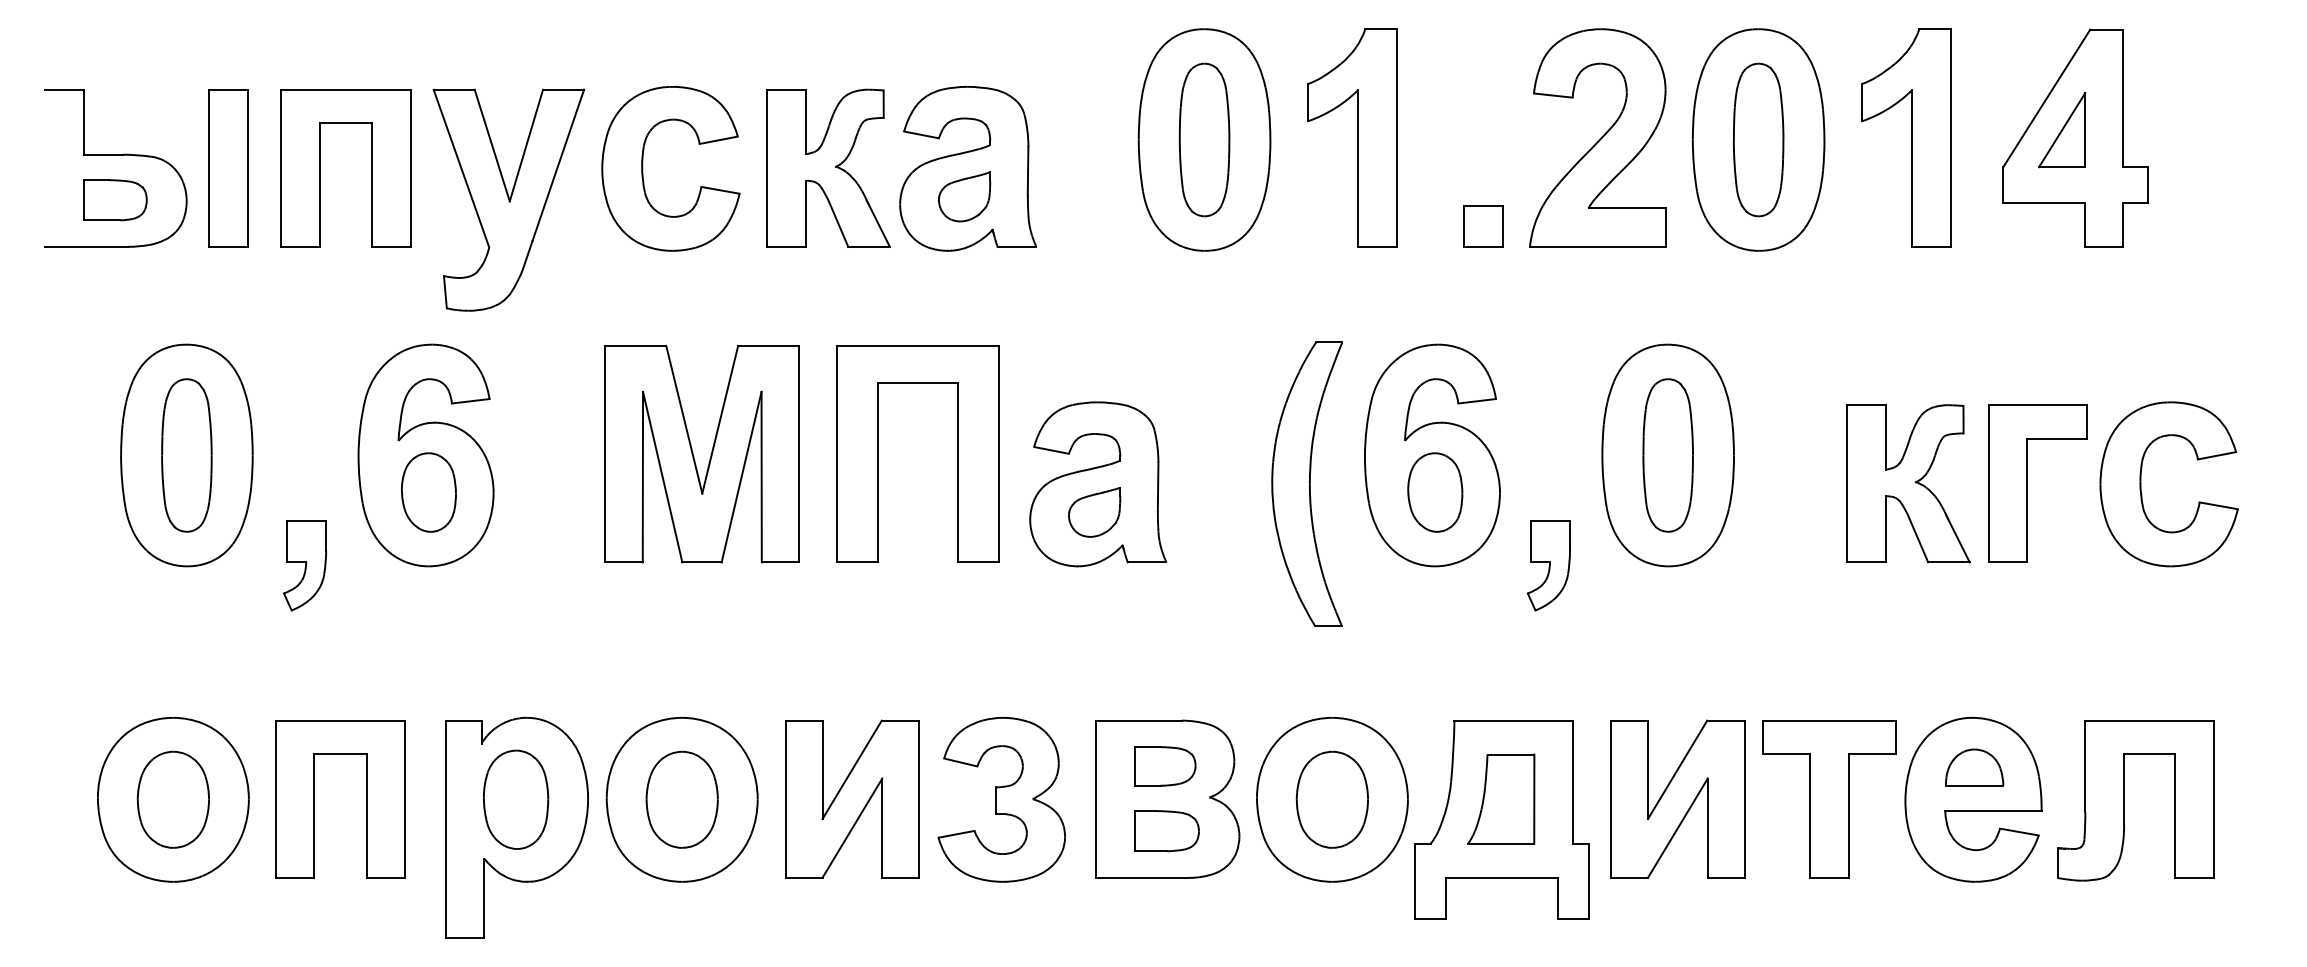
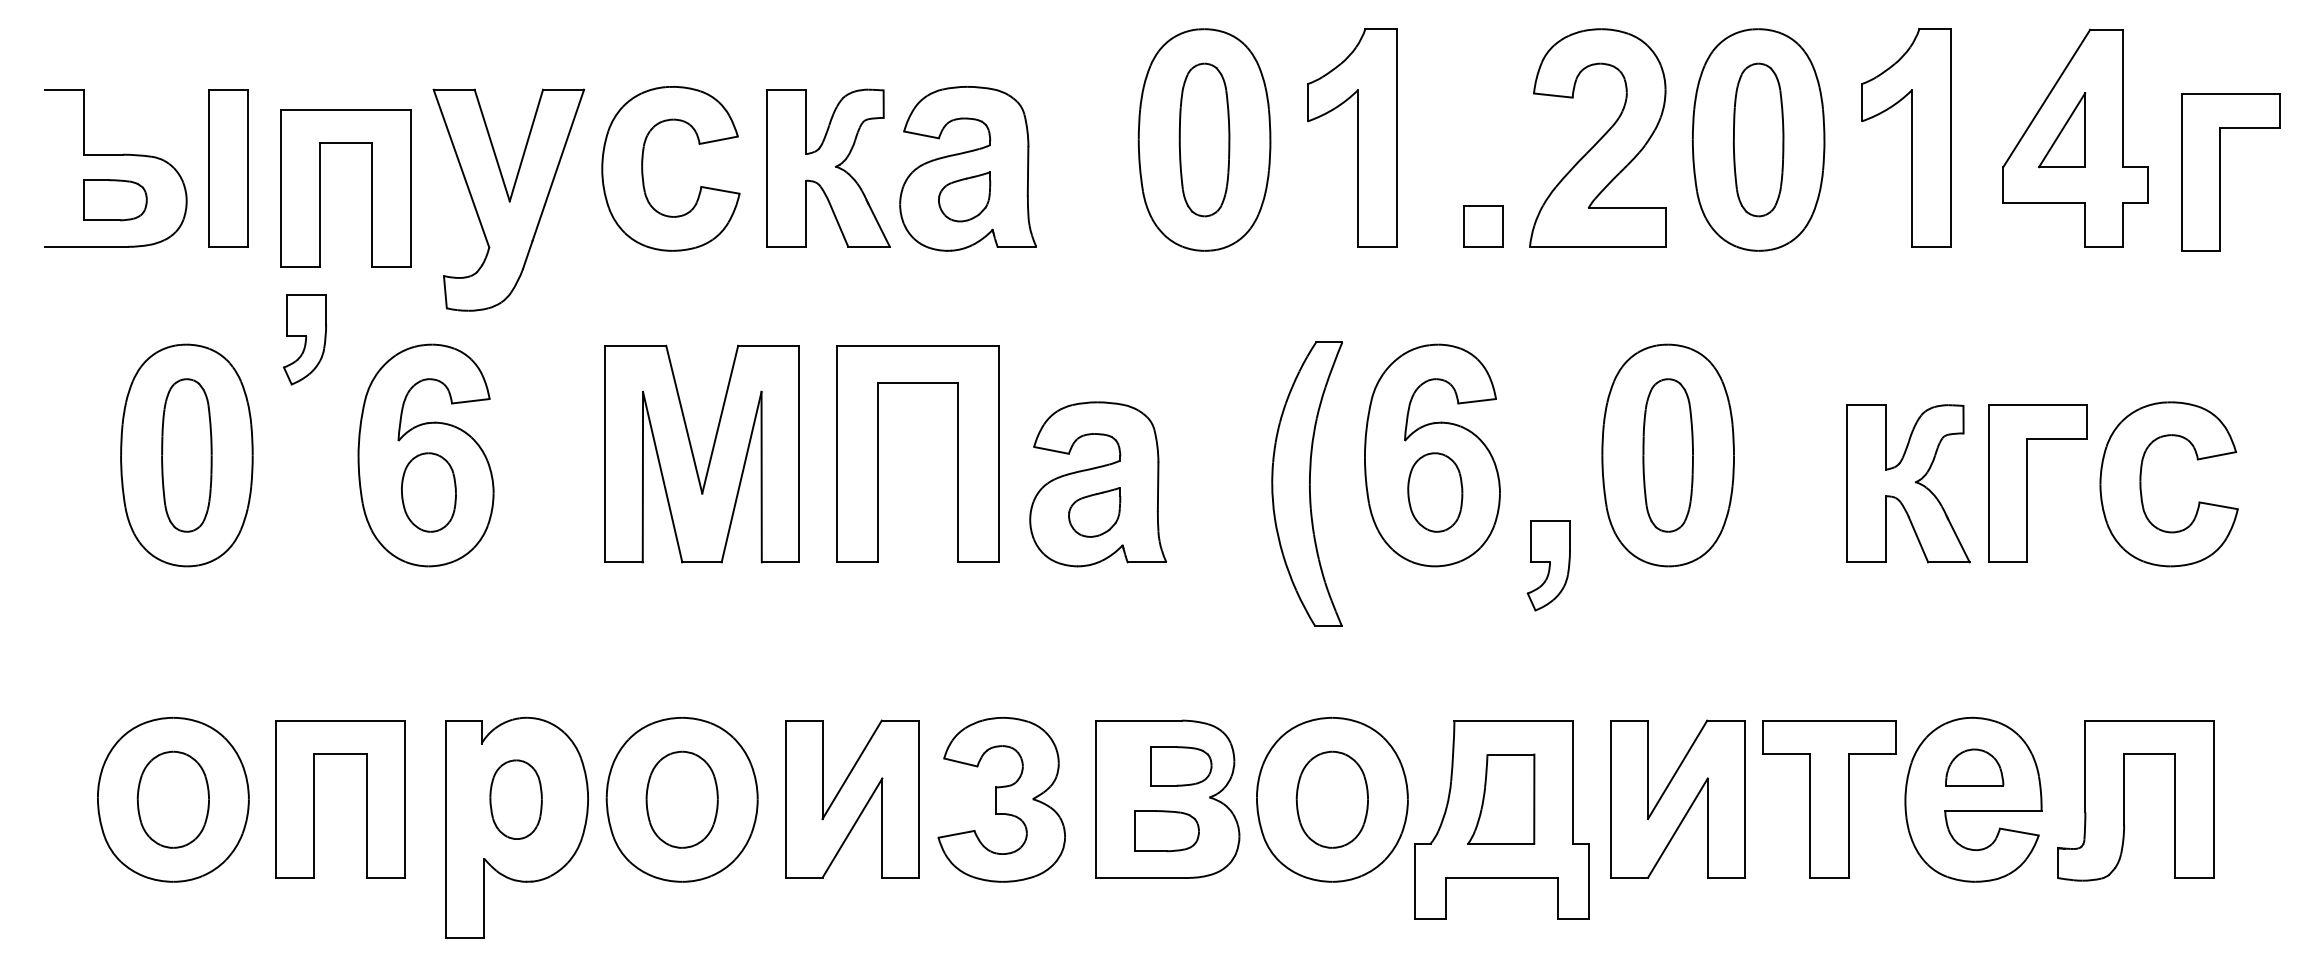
part at (320, 168) position: (320, 168) -> (320, 188)
part at (2220, 172): none -> present
part at (304, 565) position: (304, 565) -> (304, 339)
part at (1165, 766) position: (1165, 766) -> (1181, 766)
part at (516, 799) size: 67x101 px -> 54x81 px
